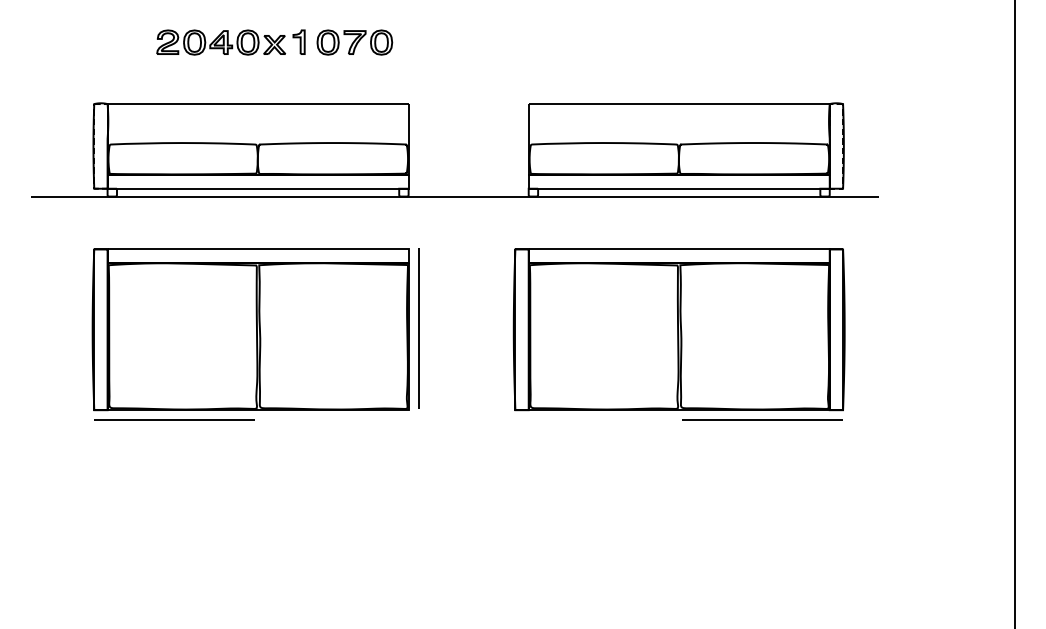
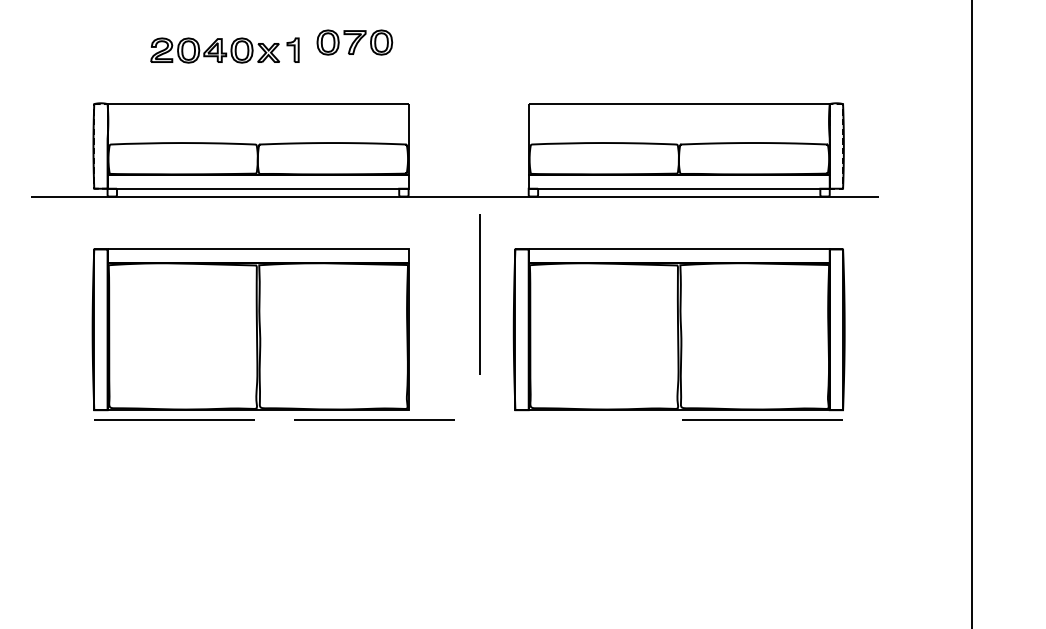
part at (230, 42) position: (230, 42) -> (224, 50)
line at (1014, 313) position: (1014, 313) -> (971, 313)
line at (418, 328) position: (418, 328) -> (479, 294)
line at (374, 419): none -> present
